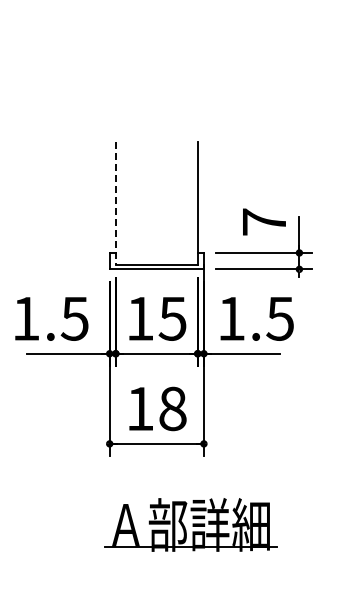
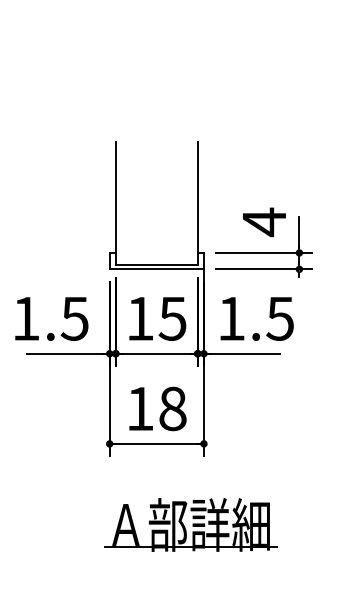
line at (115, 204): dashed -> solid
text at (264, 222): 7 -> 4
